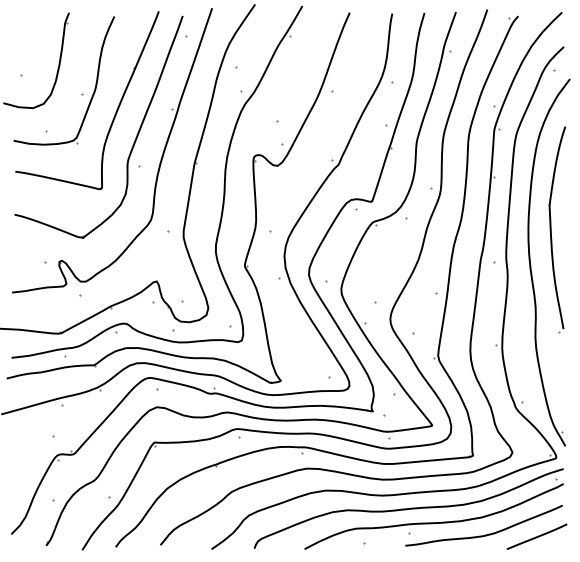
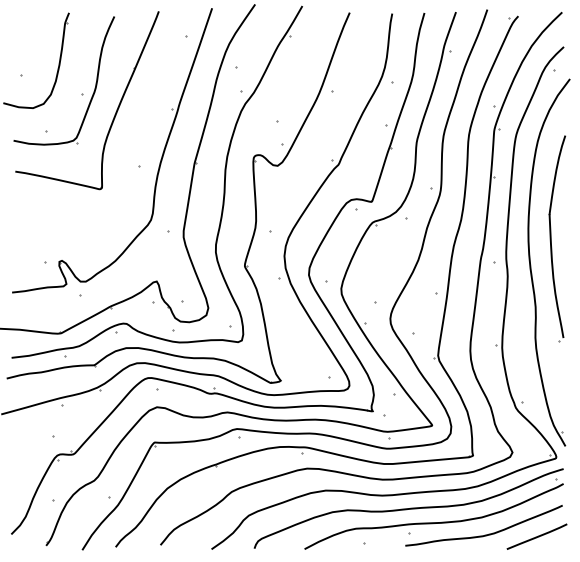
part at (133, 142): present -> none
part at (557, 229) position: (557, 229) -> (557, 238)
